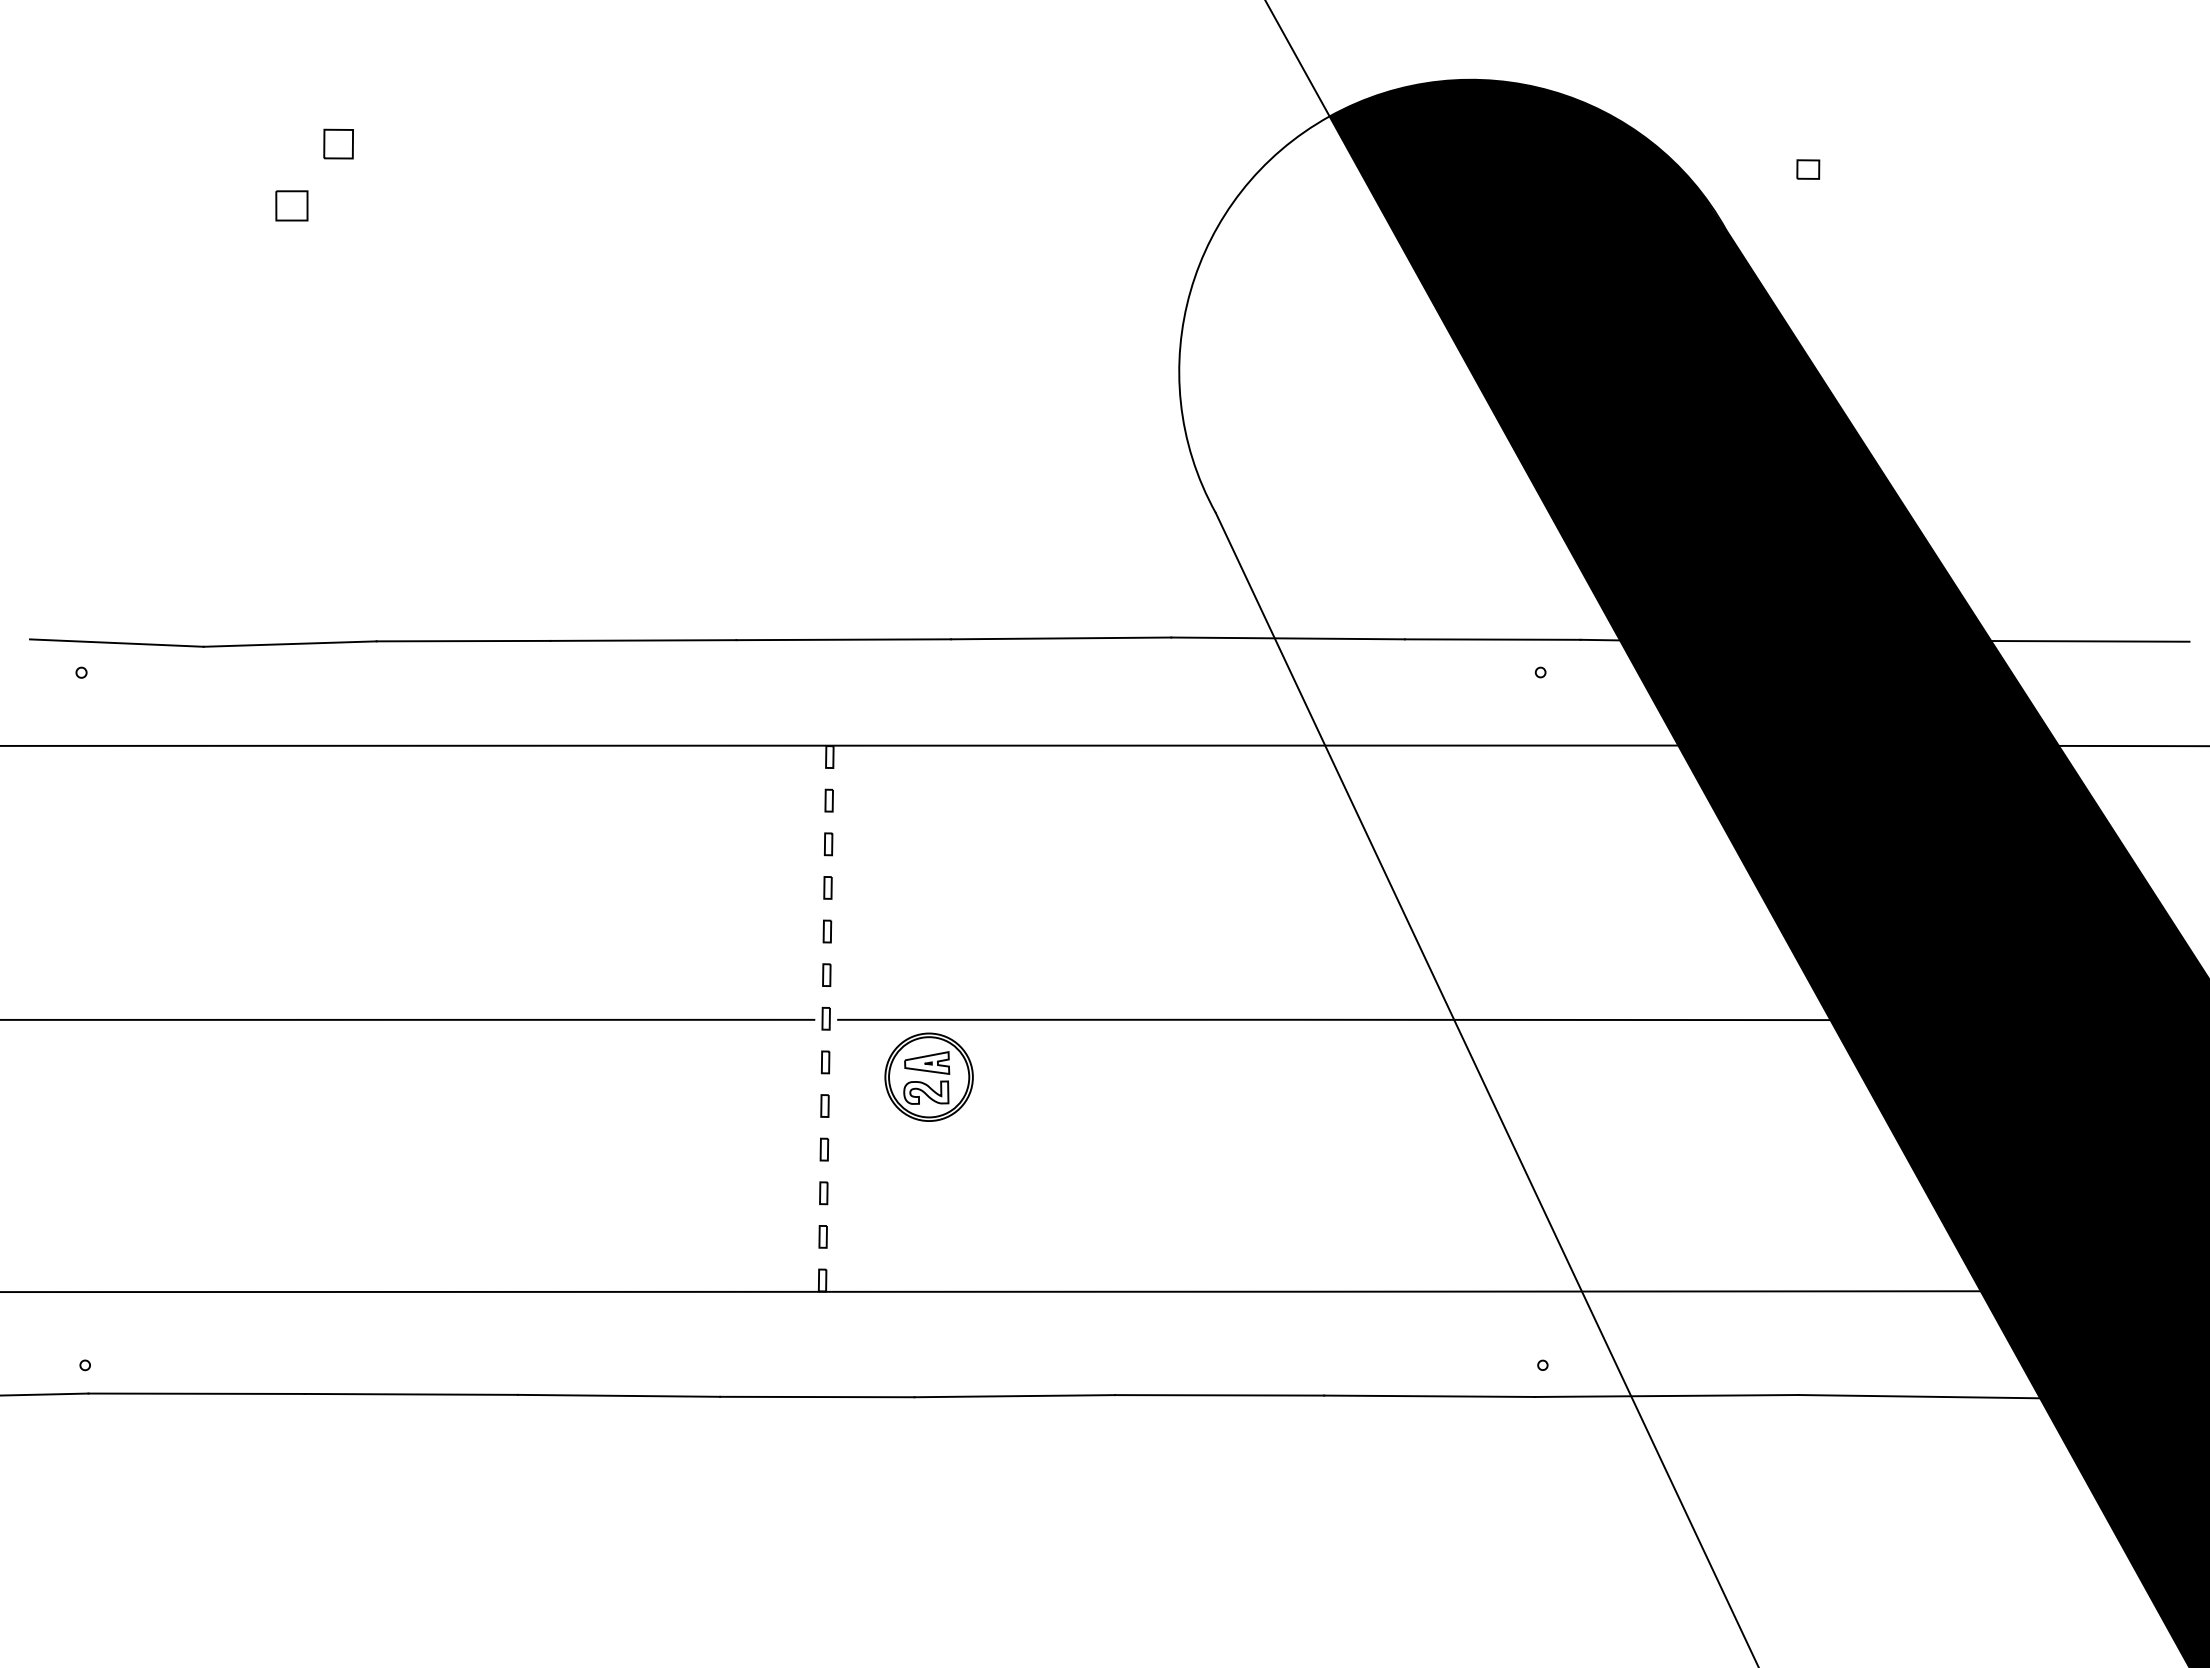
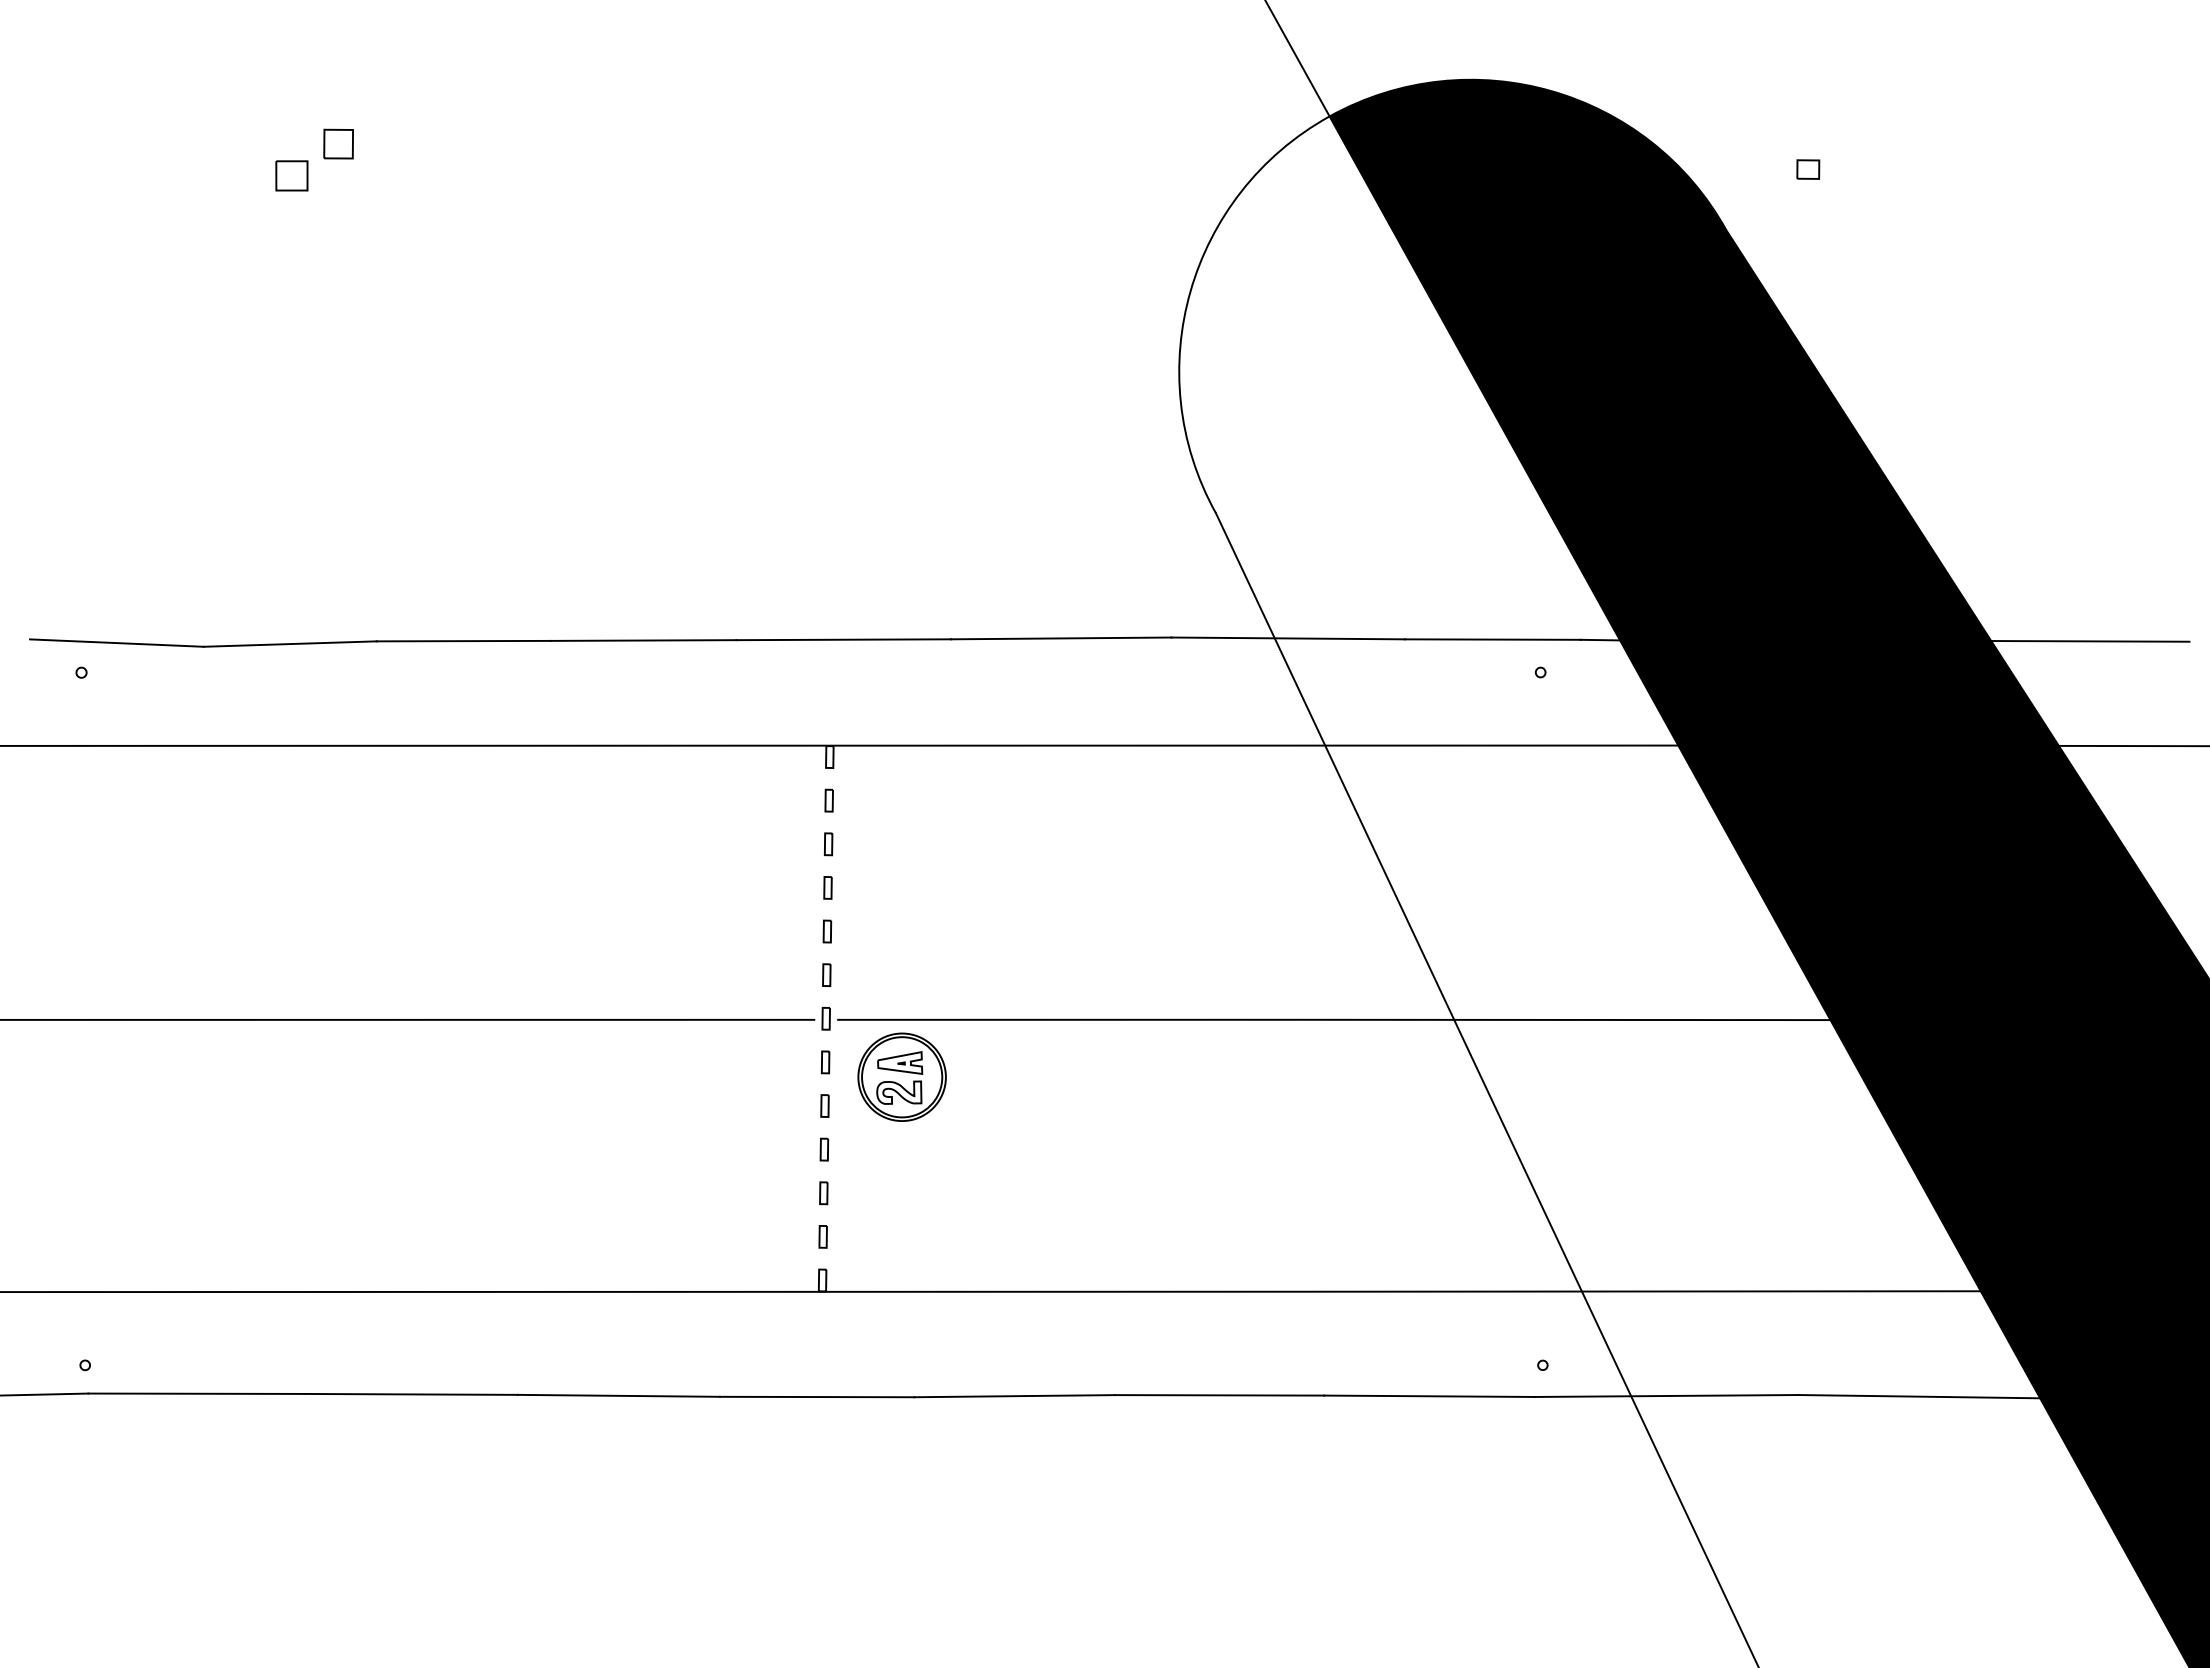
part at (291, 205) position: (291, 205) -> (291, 175)
part at (928, 1076) position: (928, 1076) -> (901, 1076)
